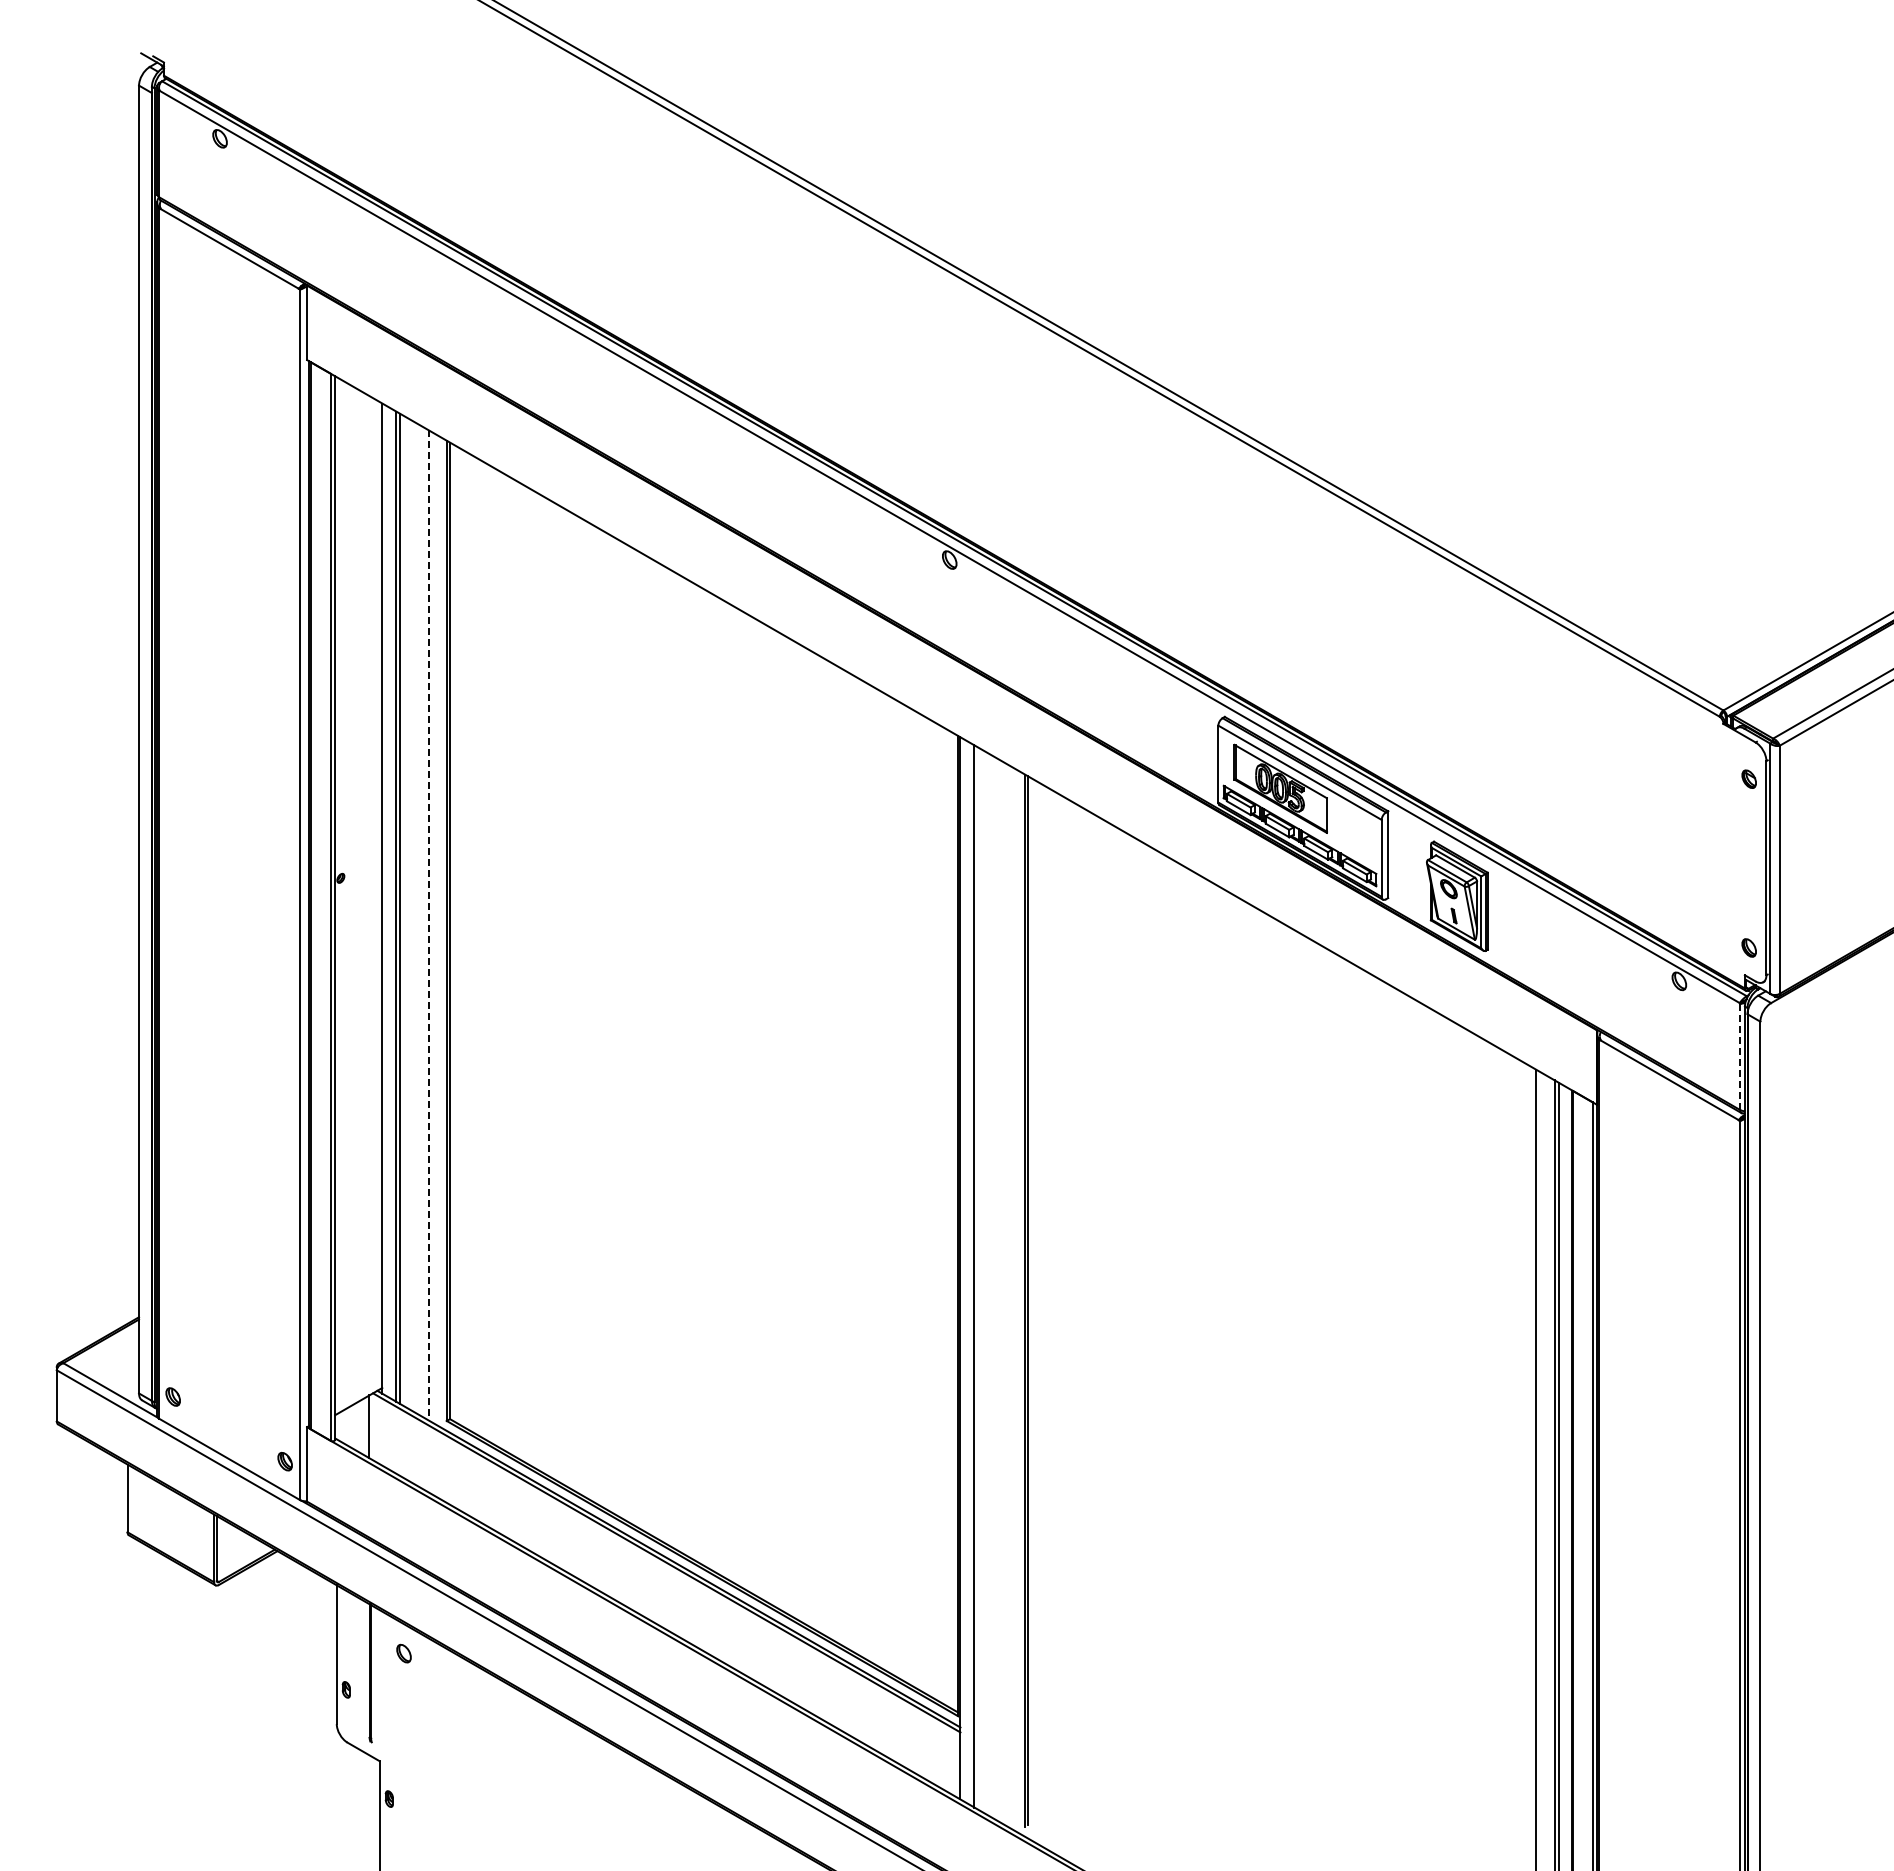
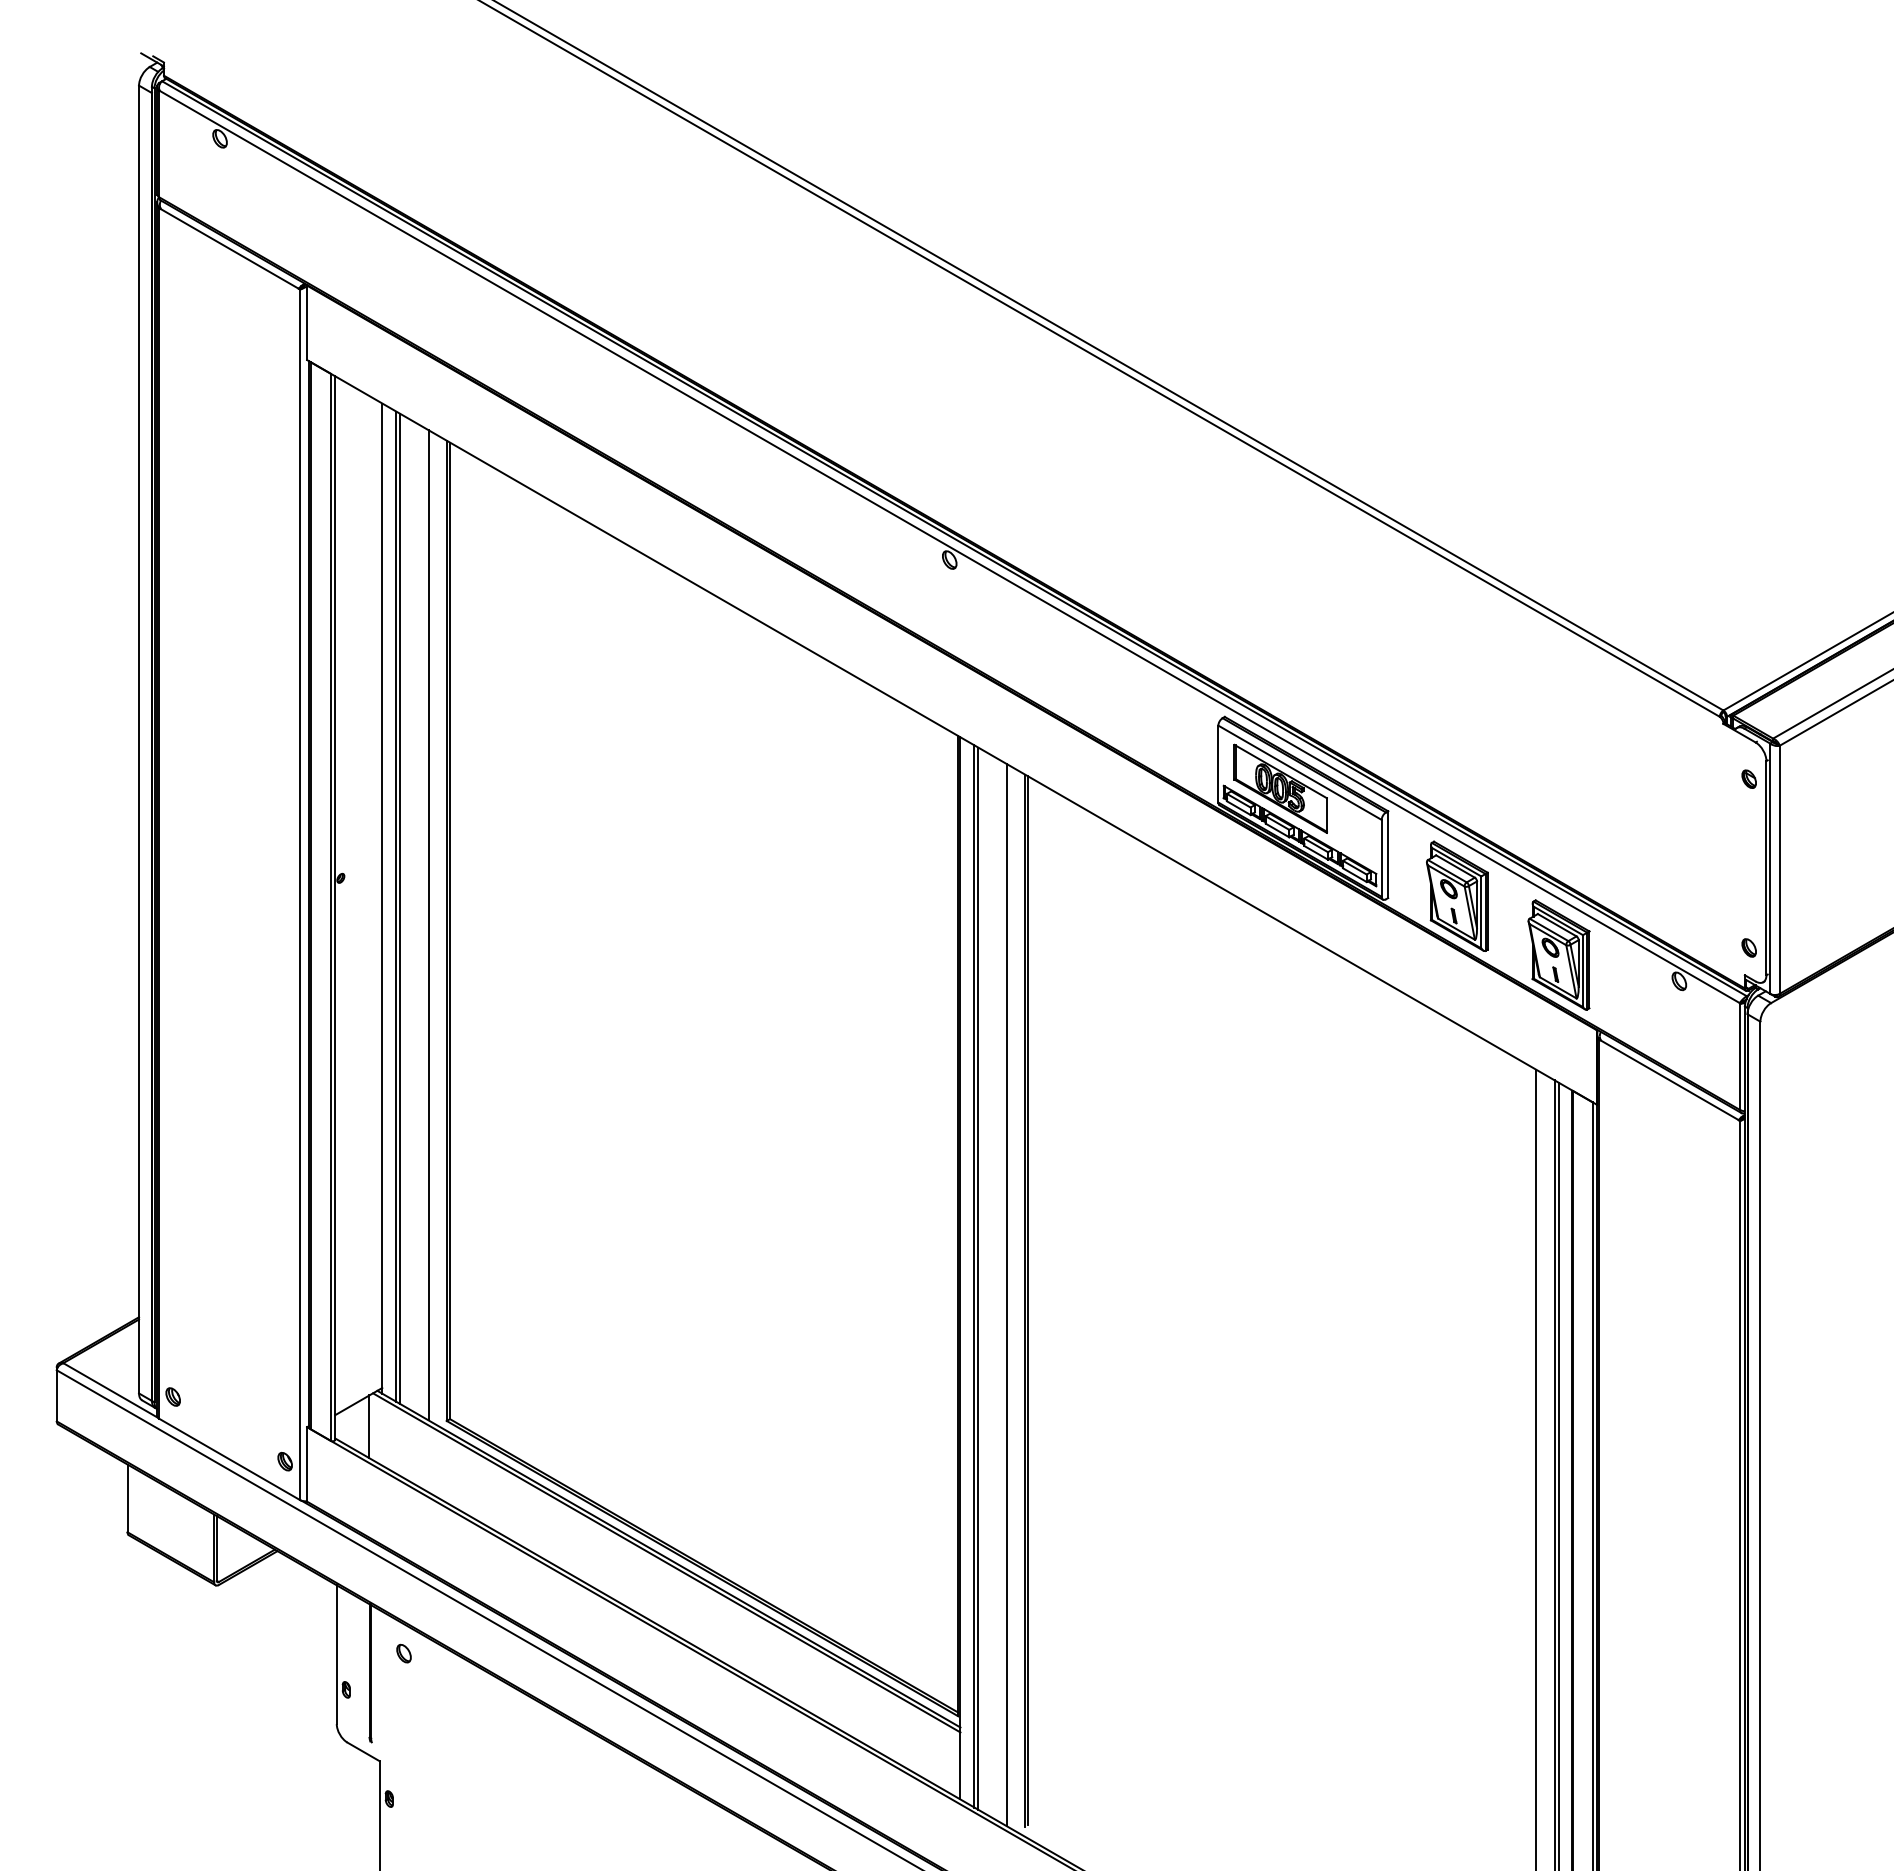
line at (428, 925): dashed -> solid
part at (1558, 954): none -> present
line at (1740, 1057): dashed -> solid
line at (978, 1278): none -> present
line at (1006, 1294): none -> present
